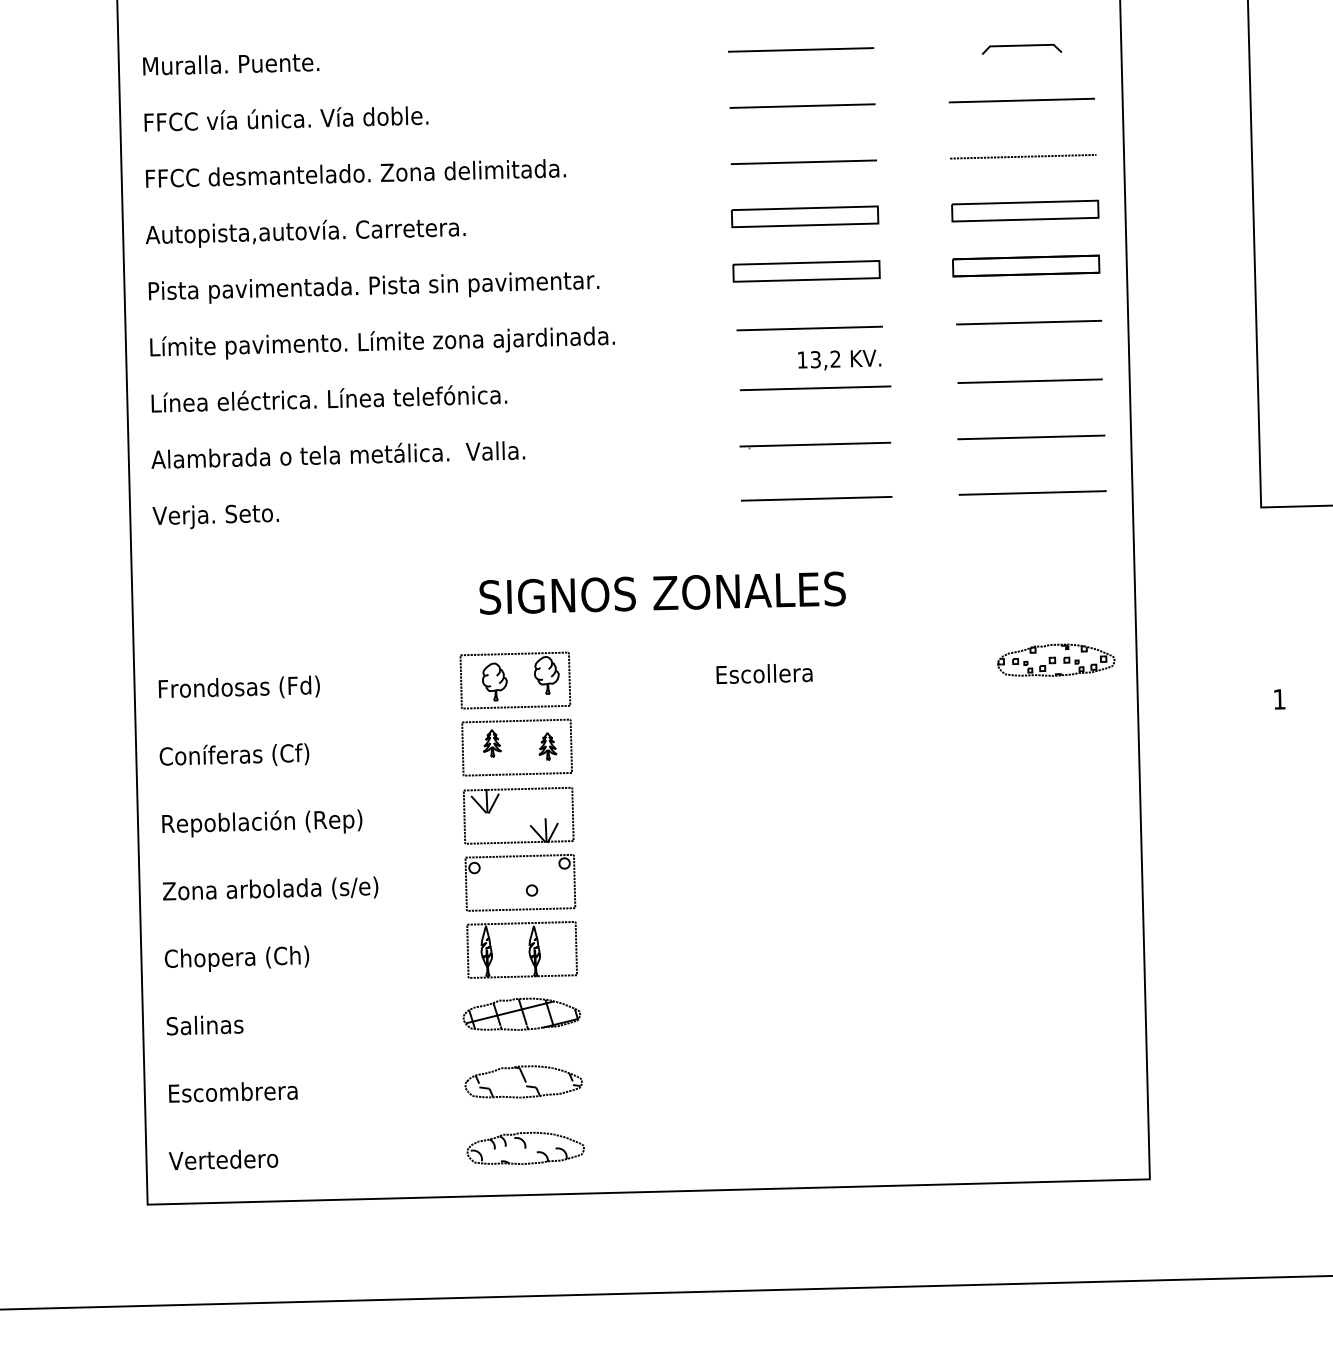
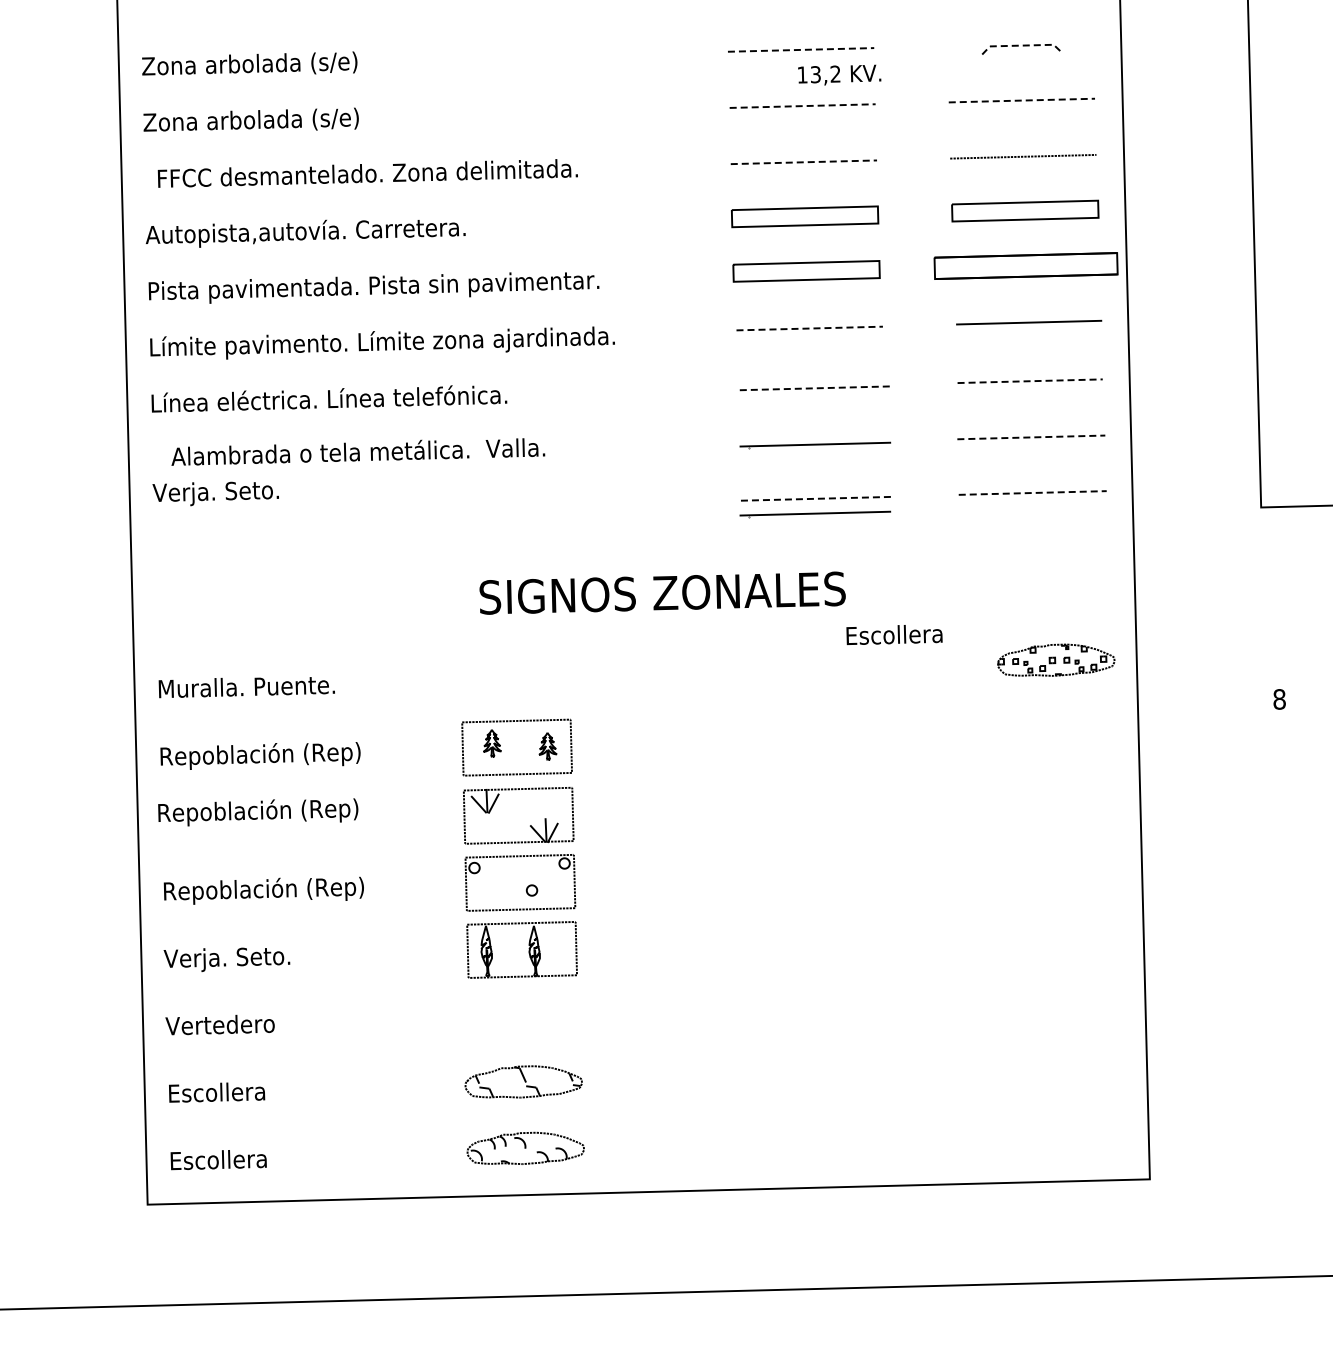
line at (1021, 45): solid -> dashed
line at (801, 49): solid -> dashed
text at (249, 63): Muralla. Puente. -> Zona arbolada (s/e)
line at (1022, 100): solid -> dashed
line at (802, 106): solid -> dashed
text at (285, 118): FFCC vía única. Vía doble. -> Zona arbolada (s/e)
line at (804, 162): solid -> dashed
text at (355, 173) position: (355, 173) -> (367, 173)
part at (1026, 265) size: 149x24 px -> 186x28 px
line at (810, 328): solid -> dashed
text at (839, 359) position: (839, 359) -> (839, 74)
line at (1030, 381): solid -> dashed
line at (815, 388): solid -> dashed
line at (1031, 437): solid -> dashed
text at (338, 454) position: (338, 454) -> (358, 451)
line at (1033, 492): solid -> dashed
line at (816, 498): solid -> dashed
part at (815, 514): none -> present
text at (215, 516) position: (215, 516) -> (215, 493)
text at (764, 674) position: (764, 674) -> (894, 635)
part at (507, 680): present -> none
text at (247, 686): Frondosas (Fd) -> Muralla. Puente.
text at (1279, 699): 1 -> 8
text at (259, 755): Coníferas (Cf) -> Repoblación (Rep)
text at (262, 823) position: (262, 823) -> (258, 812)
text at (270, 890): Zona arbolada (s/e) -> Repoblación (Rep)
text at (236, 958): Chopera (Ch) -> Verja. Seto.
part at (521, 1013): present -> none
text at (219, 1024): Salinas -> Vertedero
text at (258, 1091): Escombrera -> Escollera
text at (223, 1159): Vertedero -> Escollera
